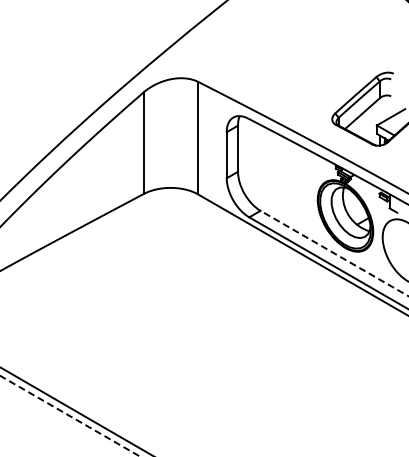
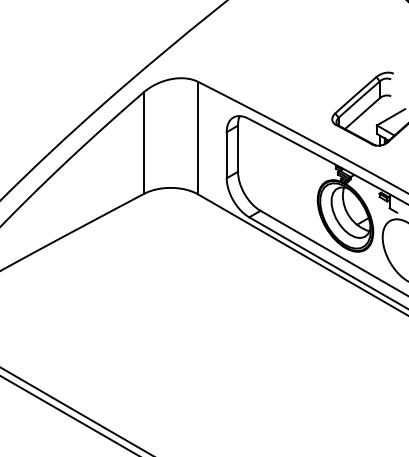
line at (334, 253): dashed -> solid
line at (70, 416): dashed -> solid
